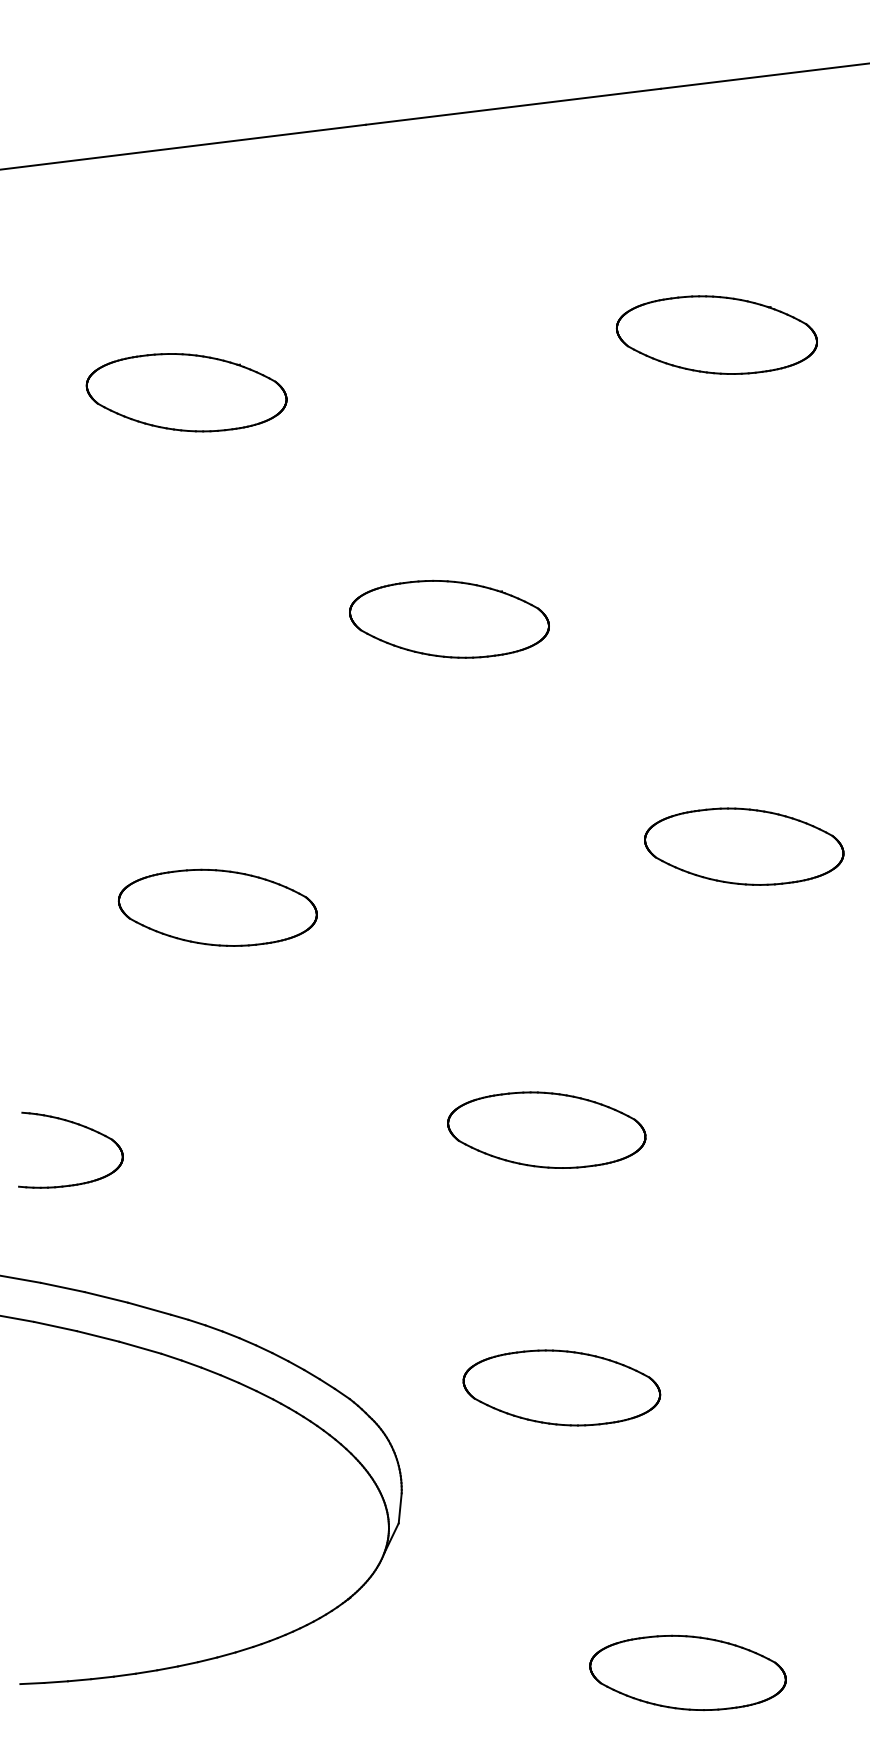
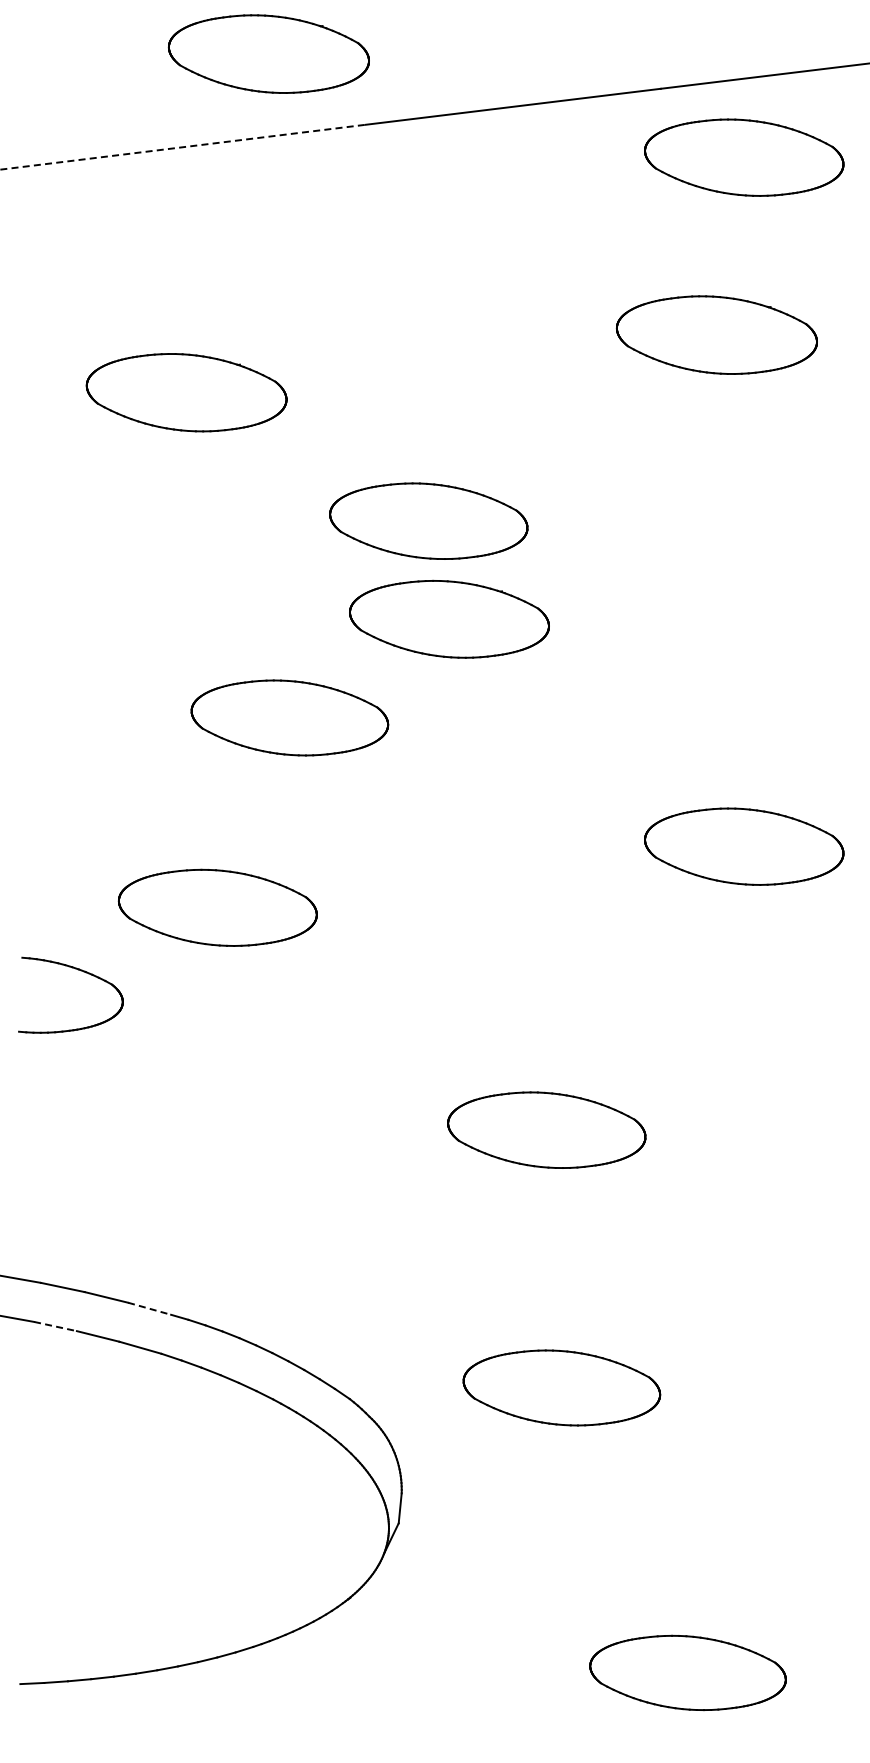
part at (268, 53): none -> present
line at (183, 147): solid -> dashed
part at (744, 157): none -> present
part at (428, 520): none -> present
part at (289, 717): none -> present
part at (78, 1125) position: (78, 1125) -> (78, 970)
line at (150, 1308): solid -> dashed
line at (55, 1326): solid -> dashed
